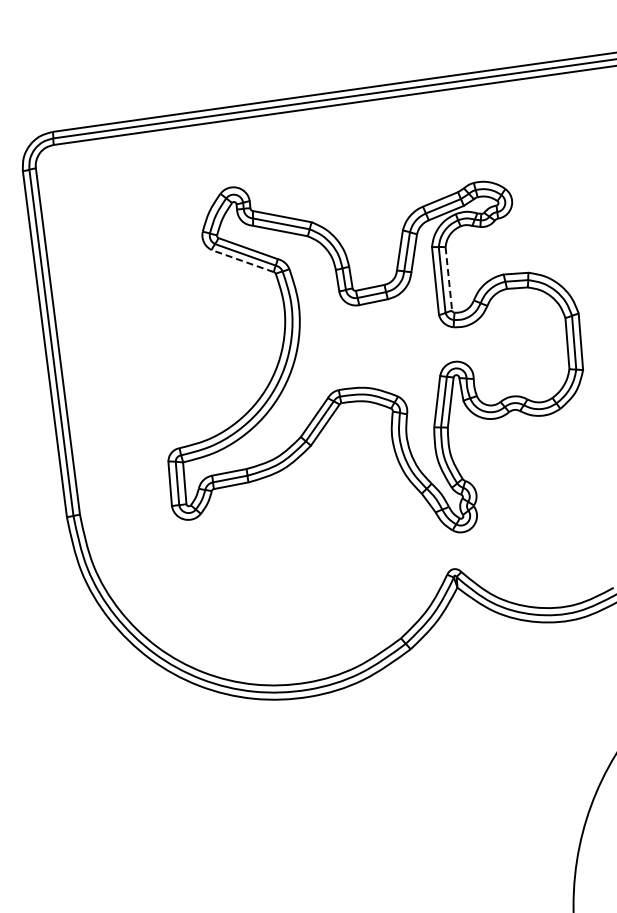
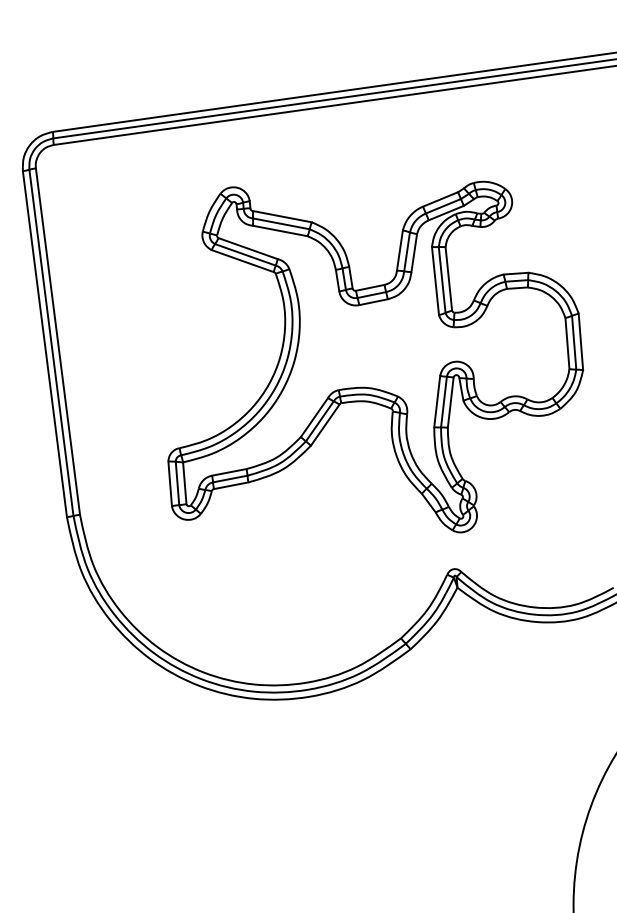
line at (242, 261): dashed -> solid
line at (448, 278): dashed -> solid
